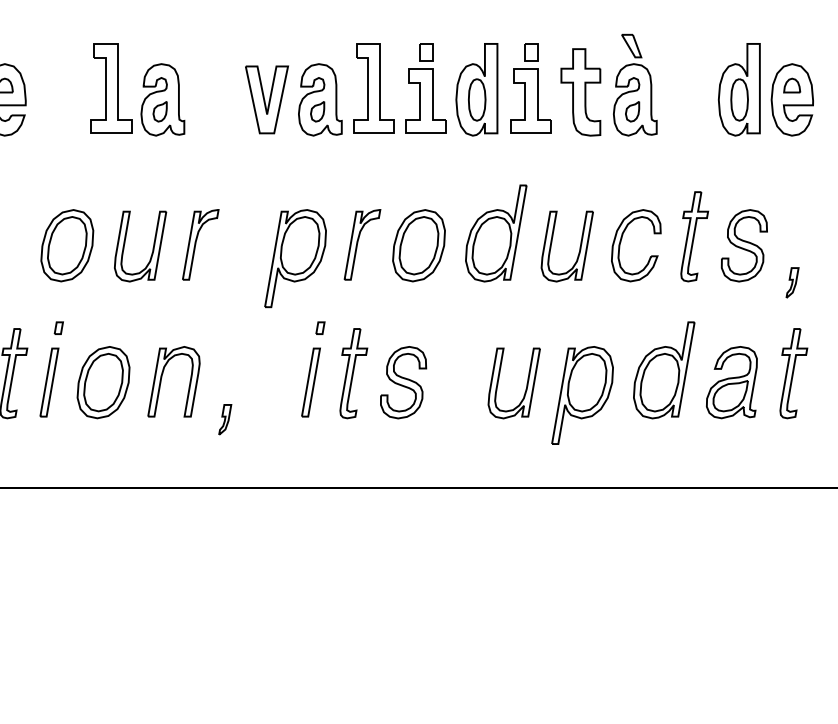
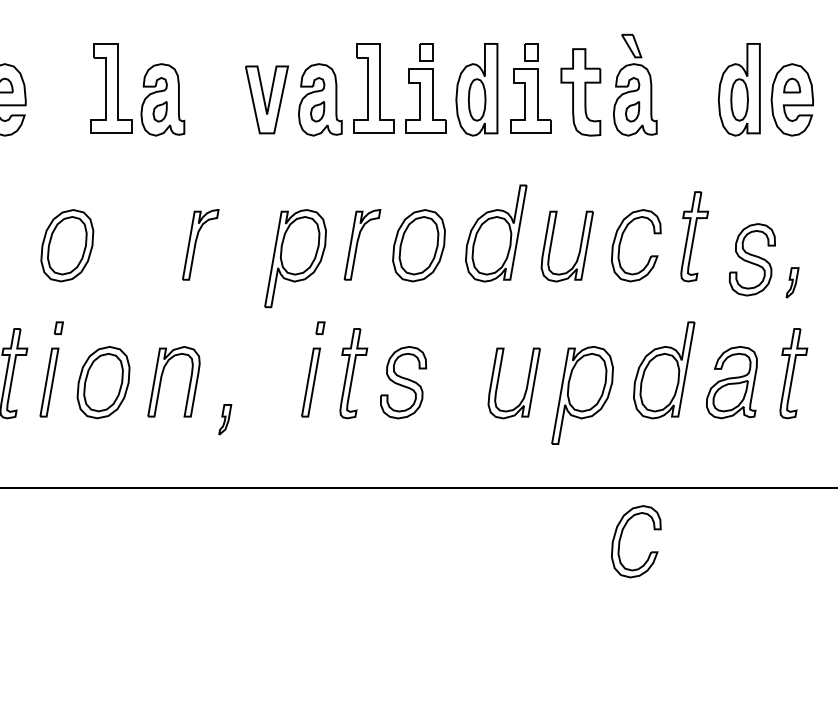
part at (743, 245) position: (743, 245) -> (751, 259)
part at (152, 247): present -> none
part at (621, 538): none -> present
